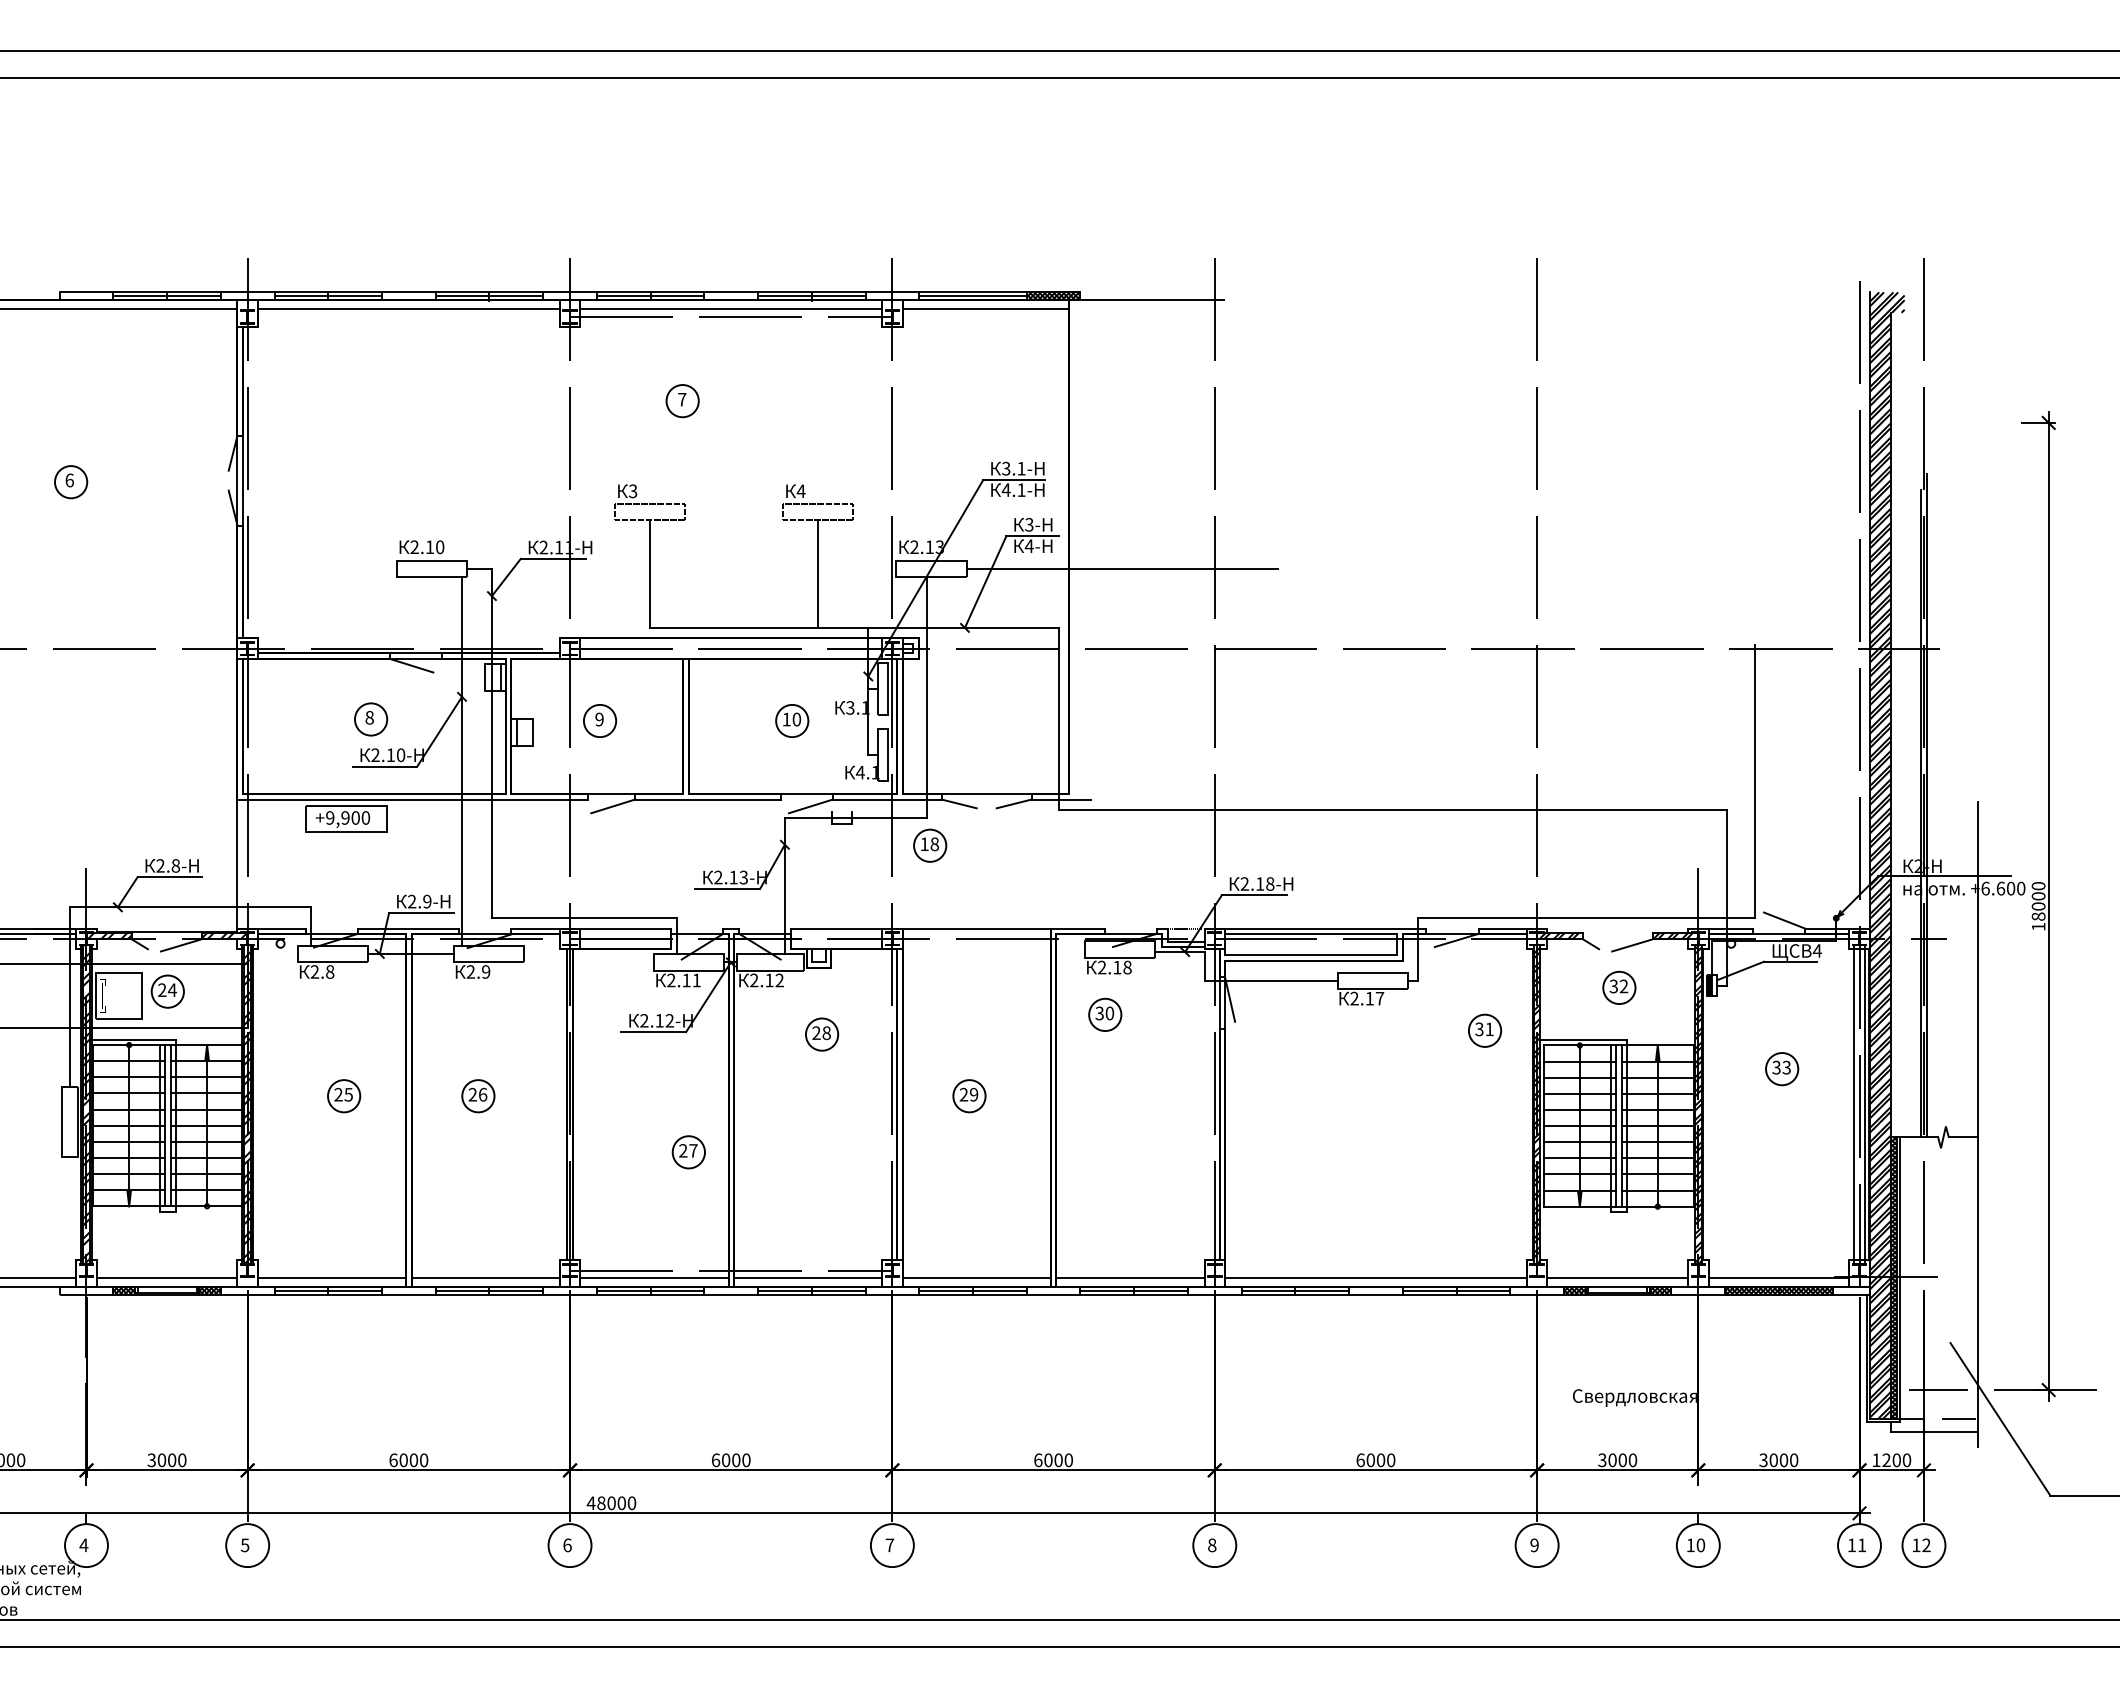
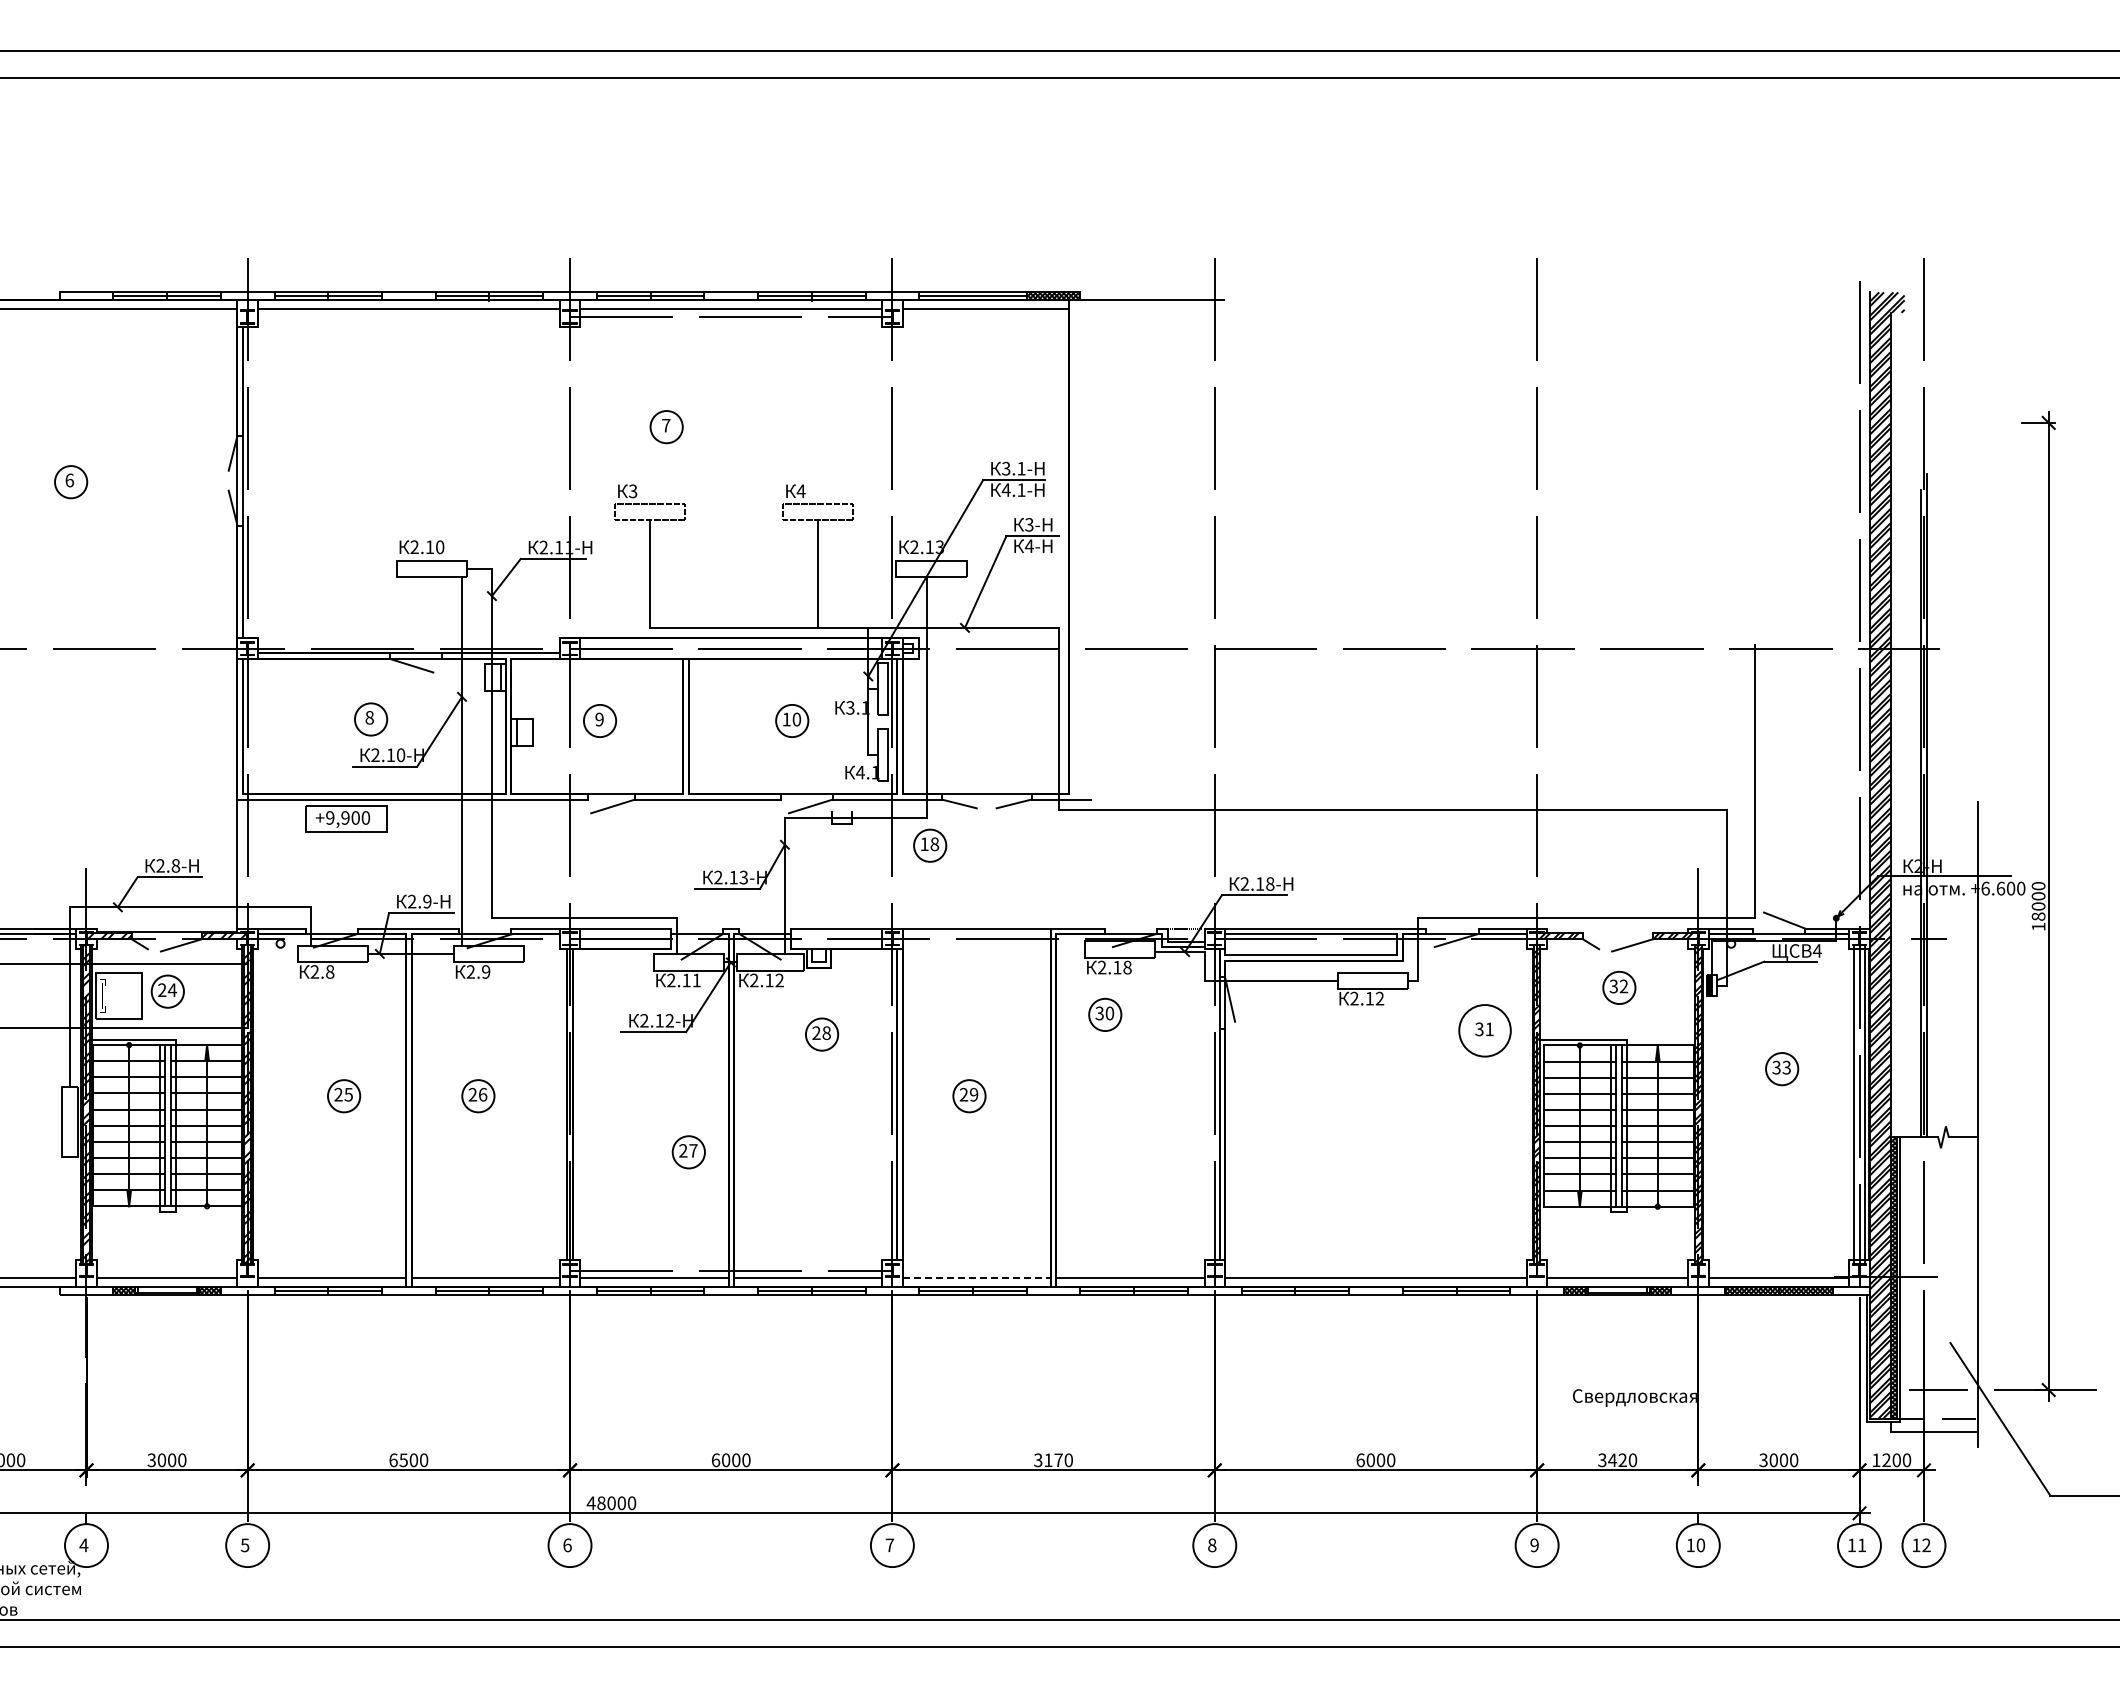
part at (682, 401) position: (682, 401) -> (666, 427)
line at (1121, 569): present -> none
text at (1379, 998): 2.17 -> 2.12
circle at (1484, 1030) diameter: 32 px -> 52 px
line at (977, 1278): solid -> dashed
text at (403, 1460): 6000 -> 6500
text at (1048, 1460): 6000 -> 3170
text at (1617, 1460): 3000 -> 3420
